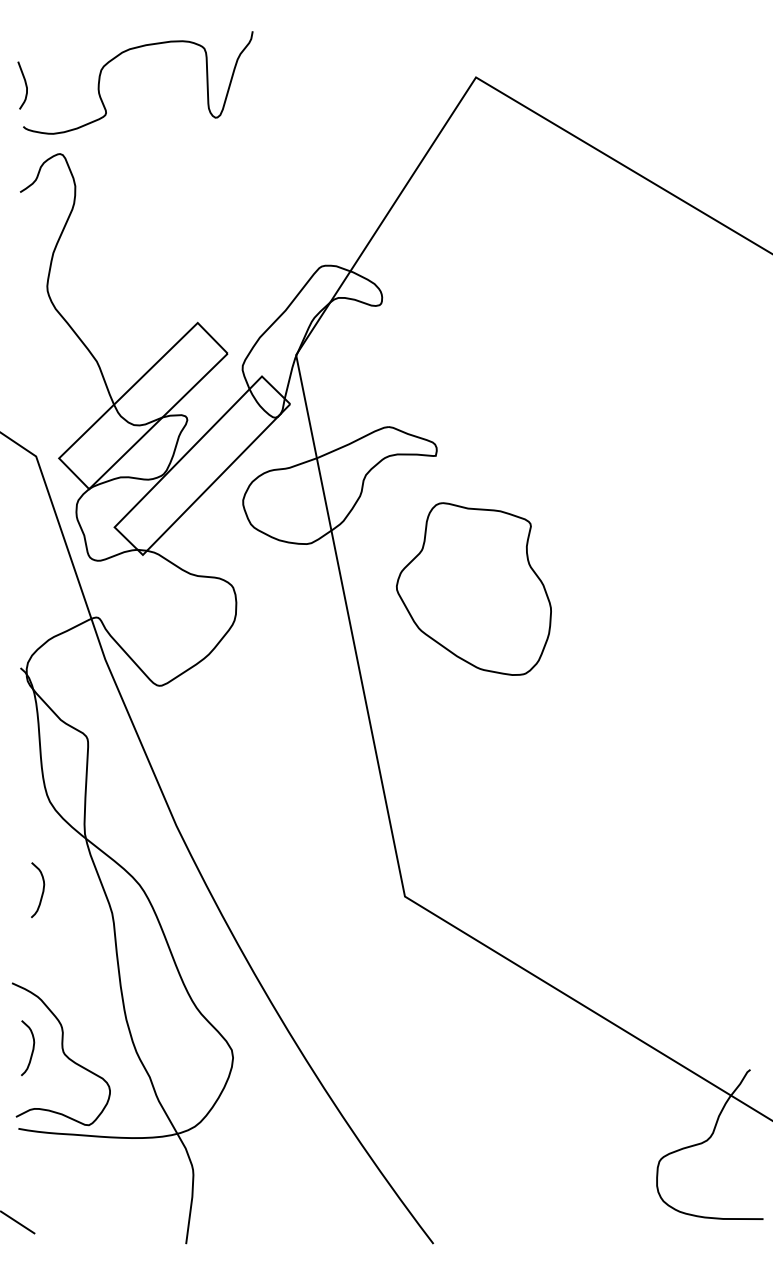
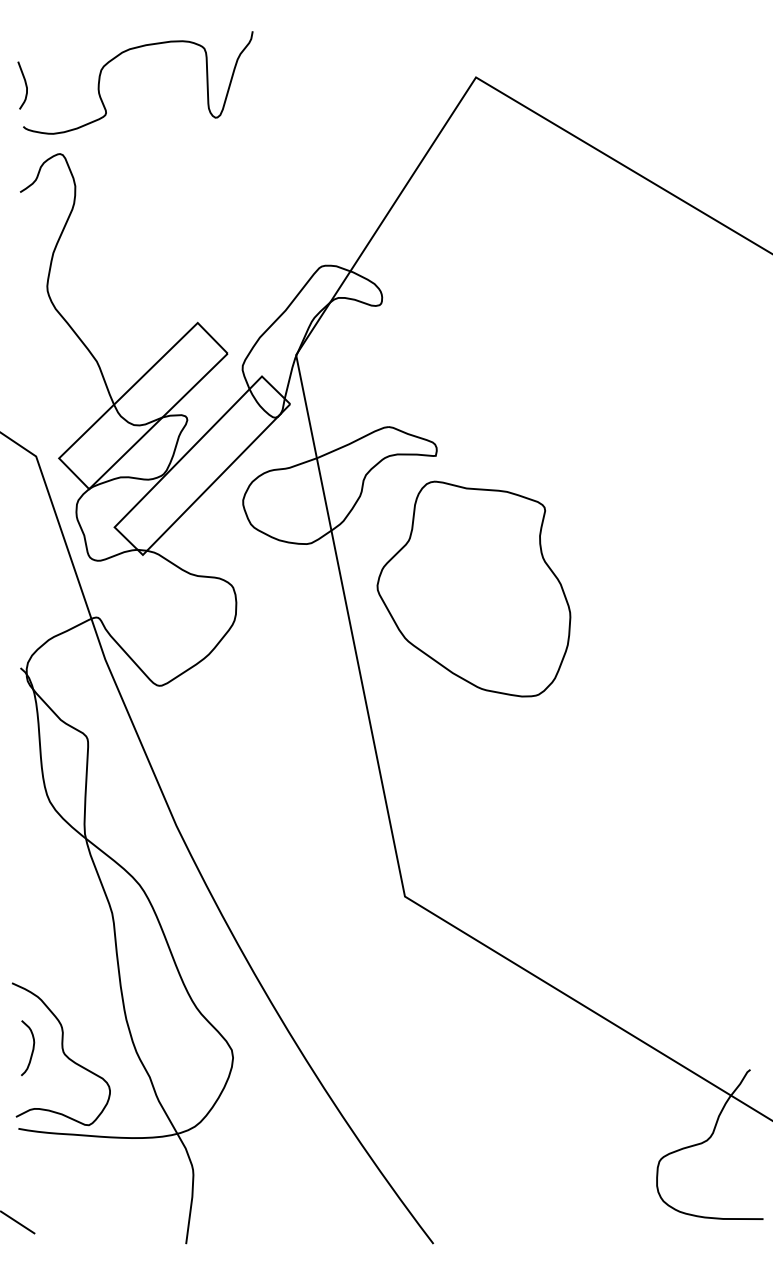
part at (473, 588) size: 156x174 px -> 196x218 px
curve at (42, 889): present -> none
